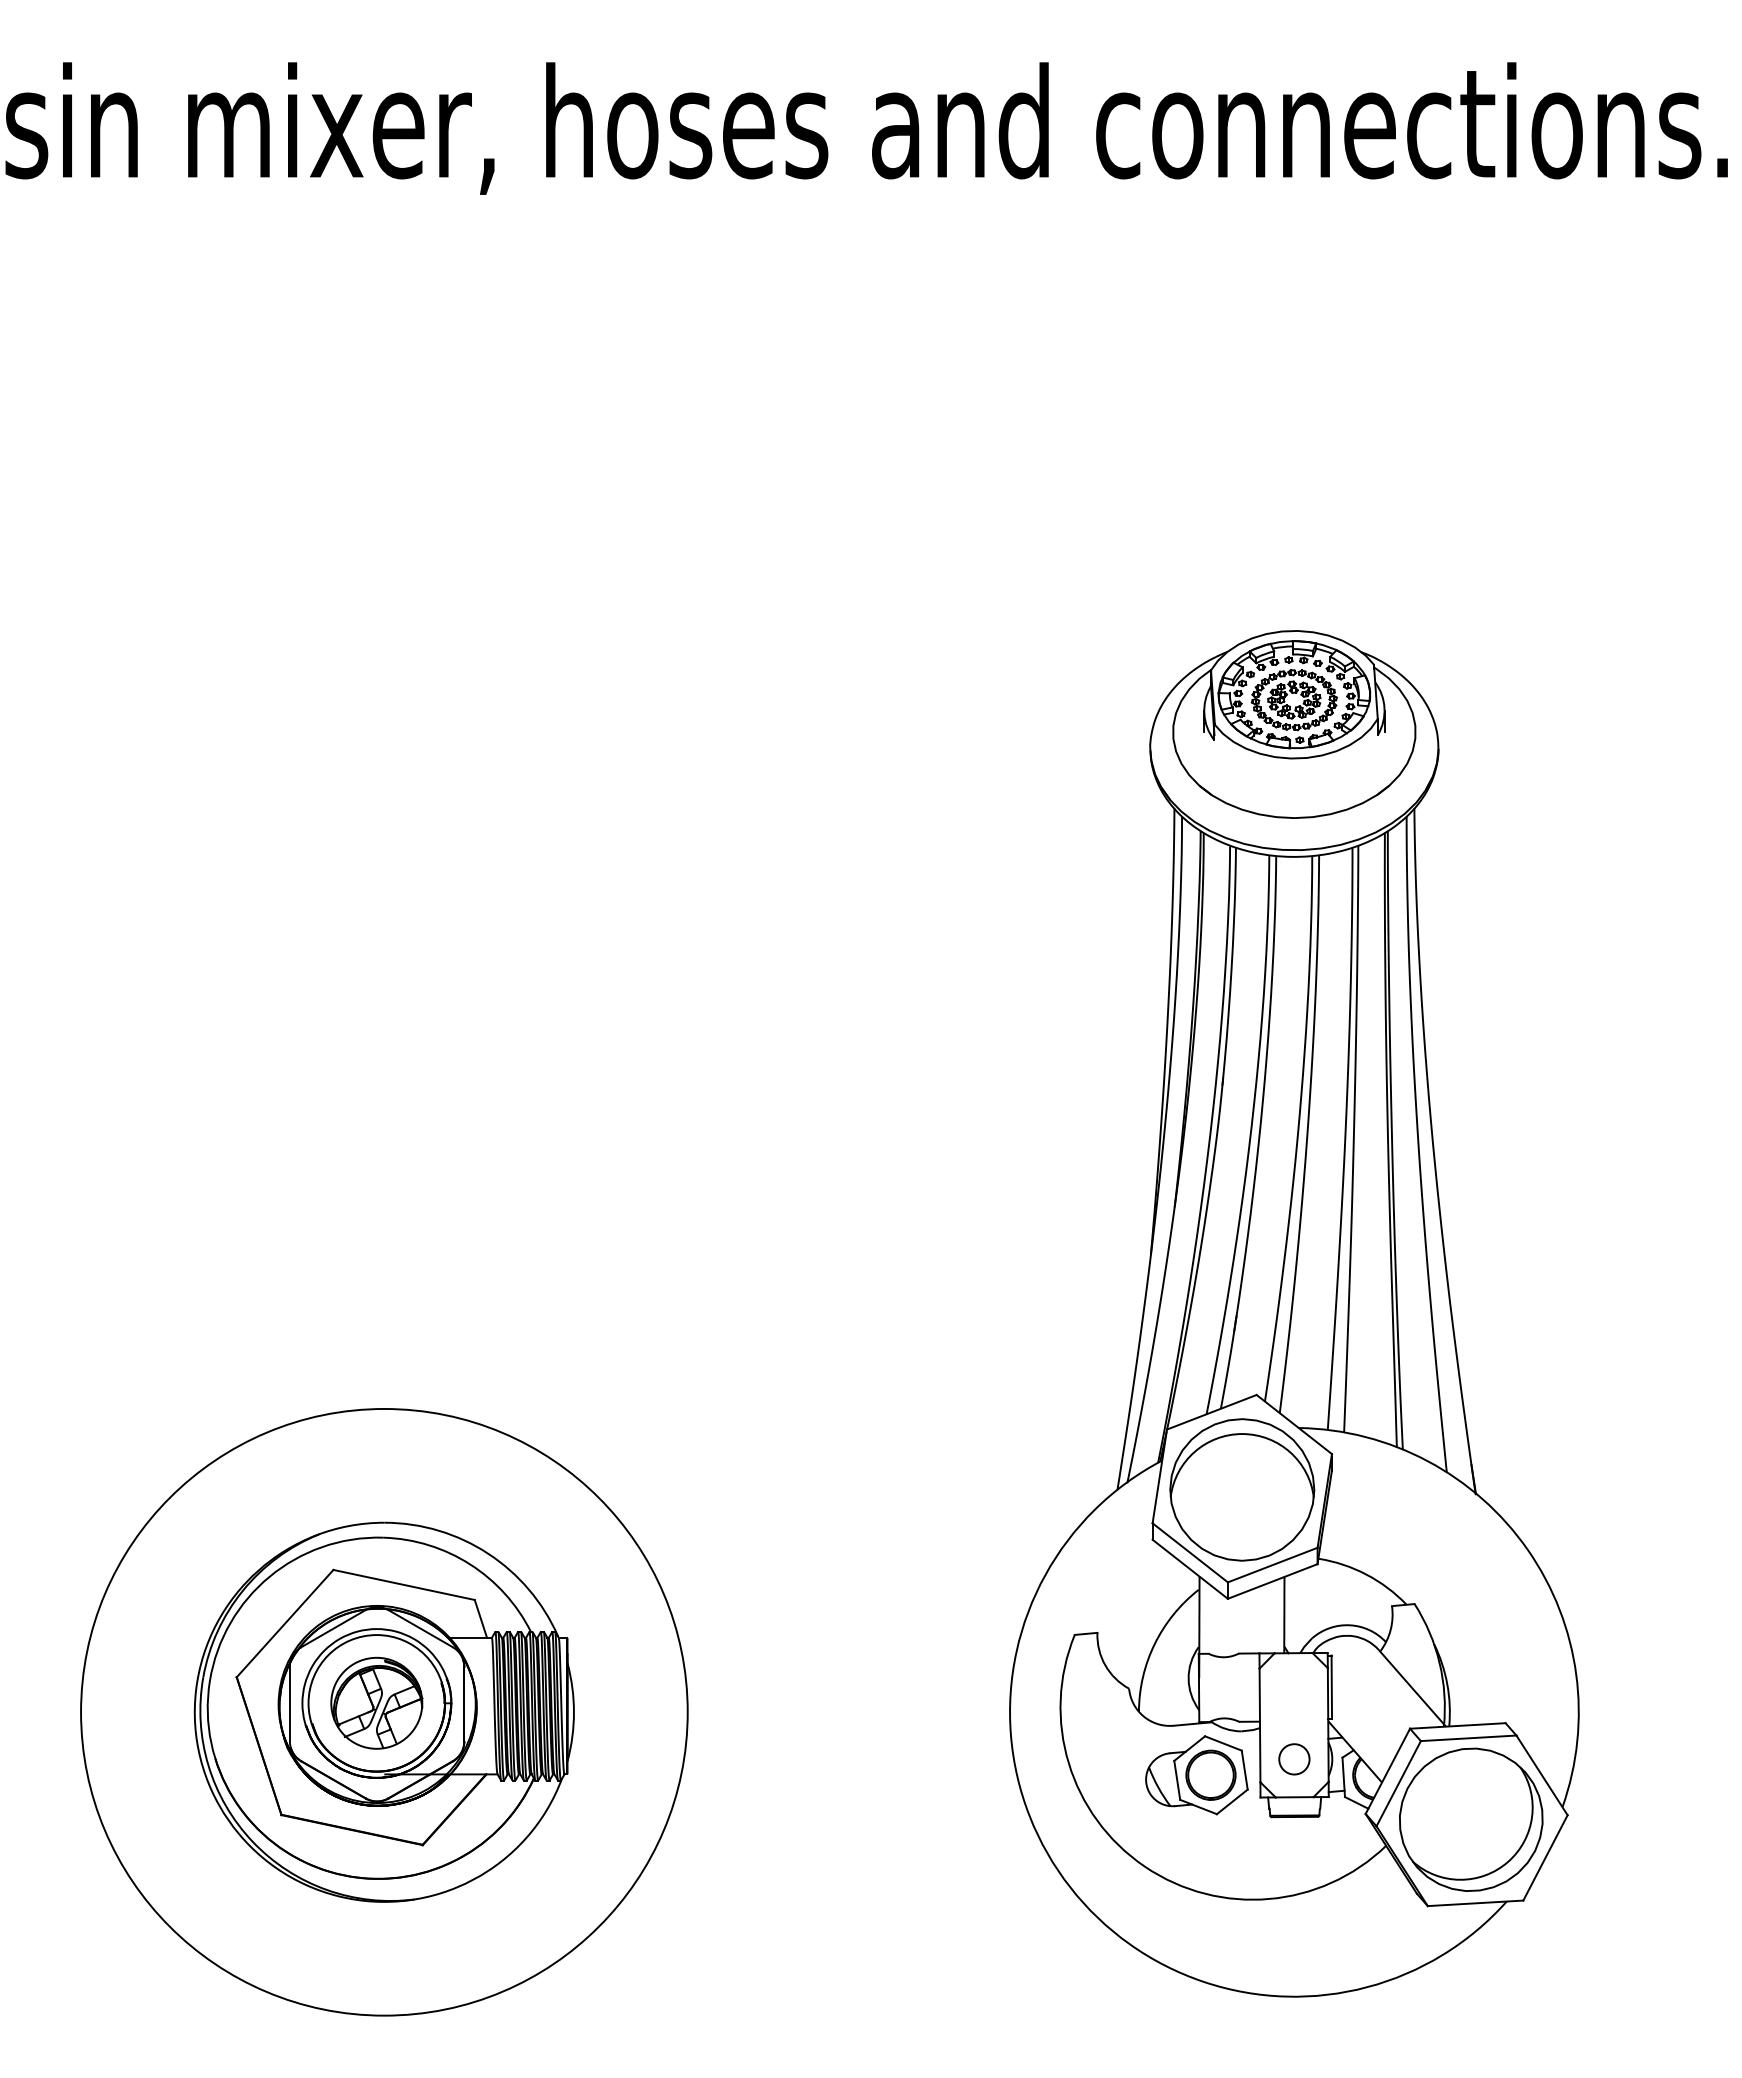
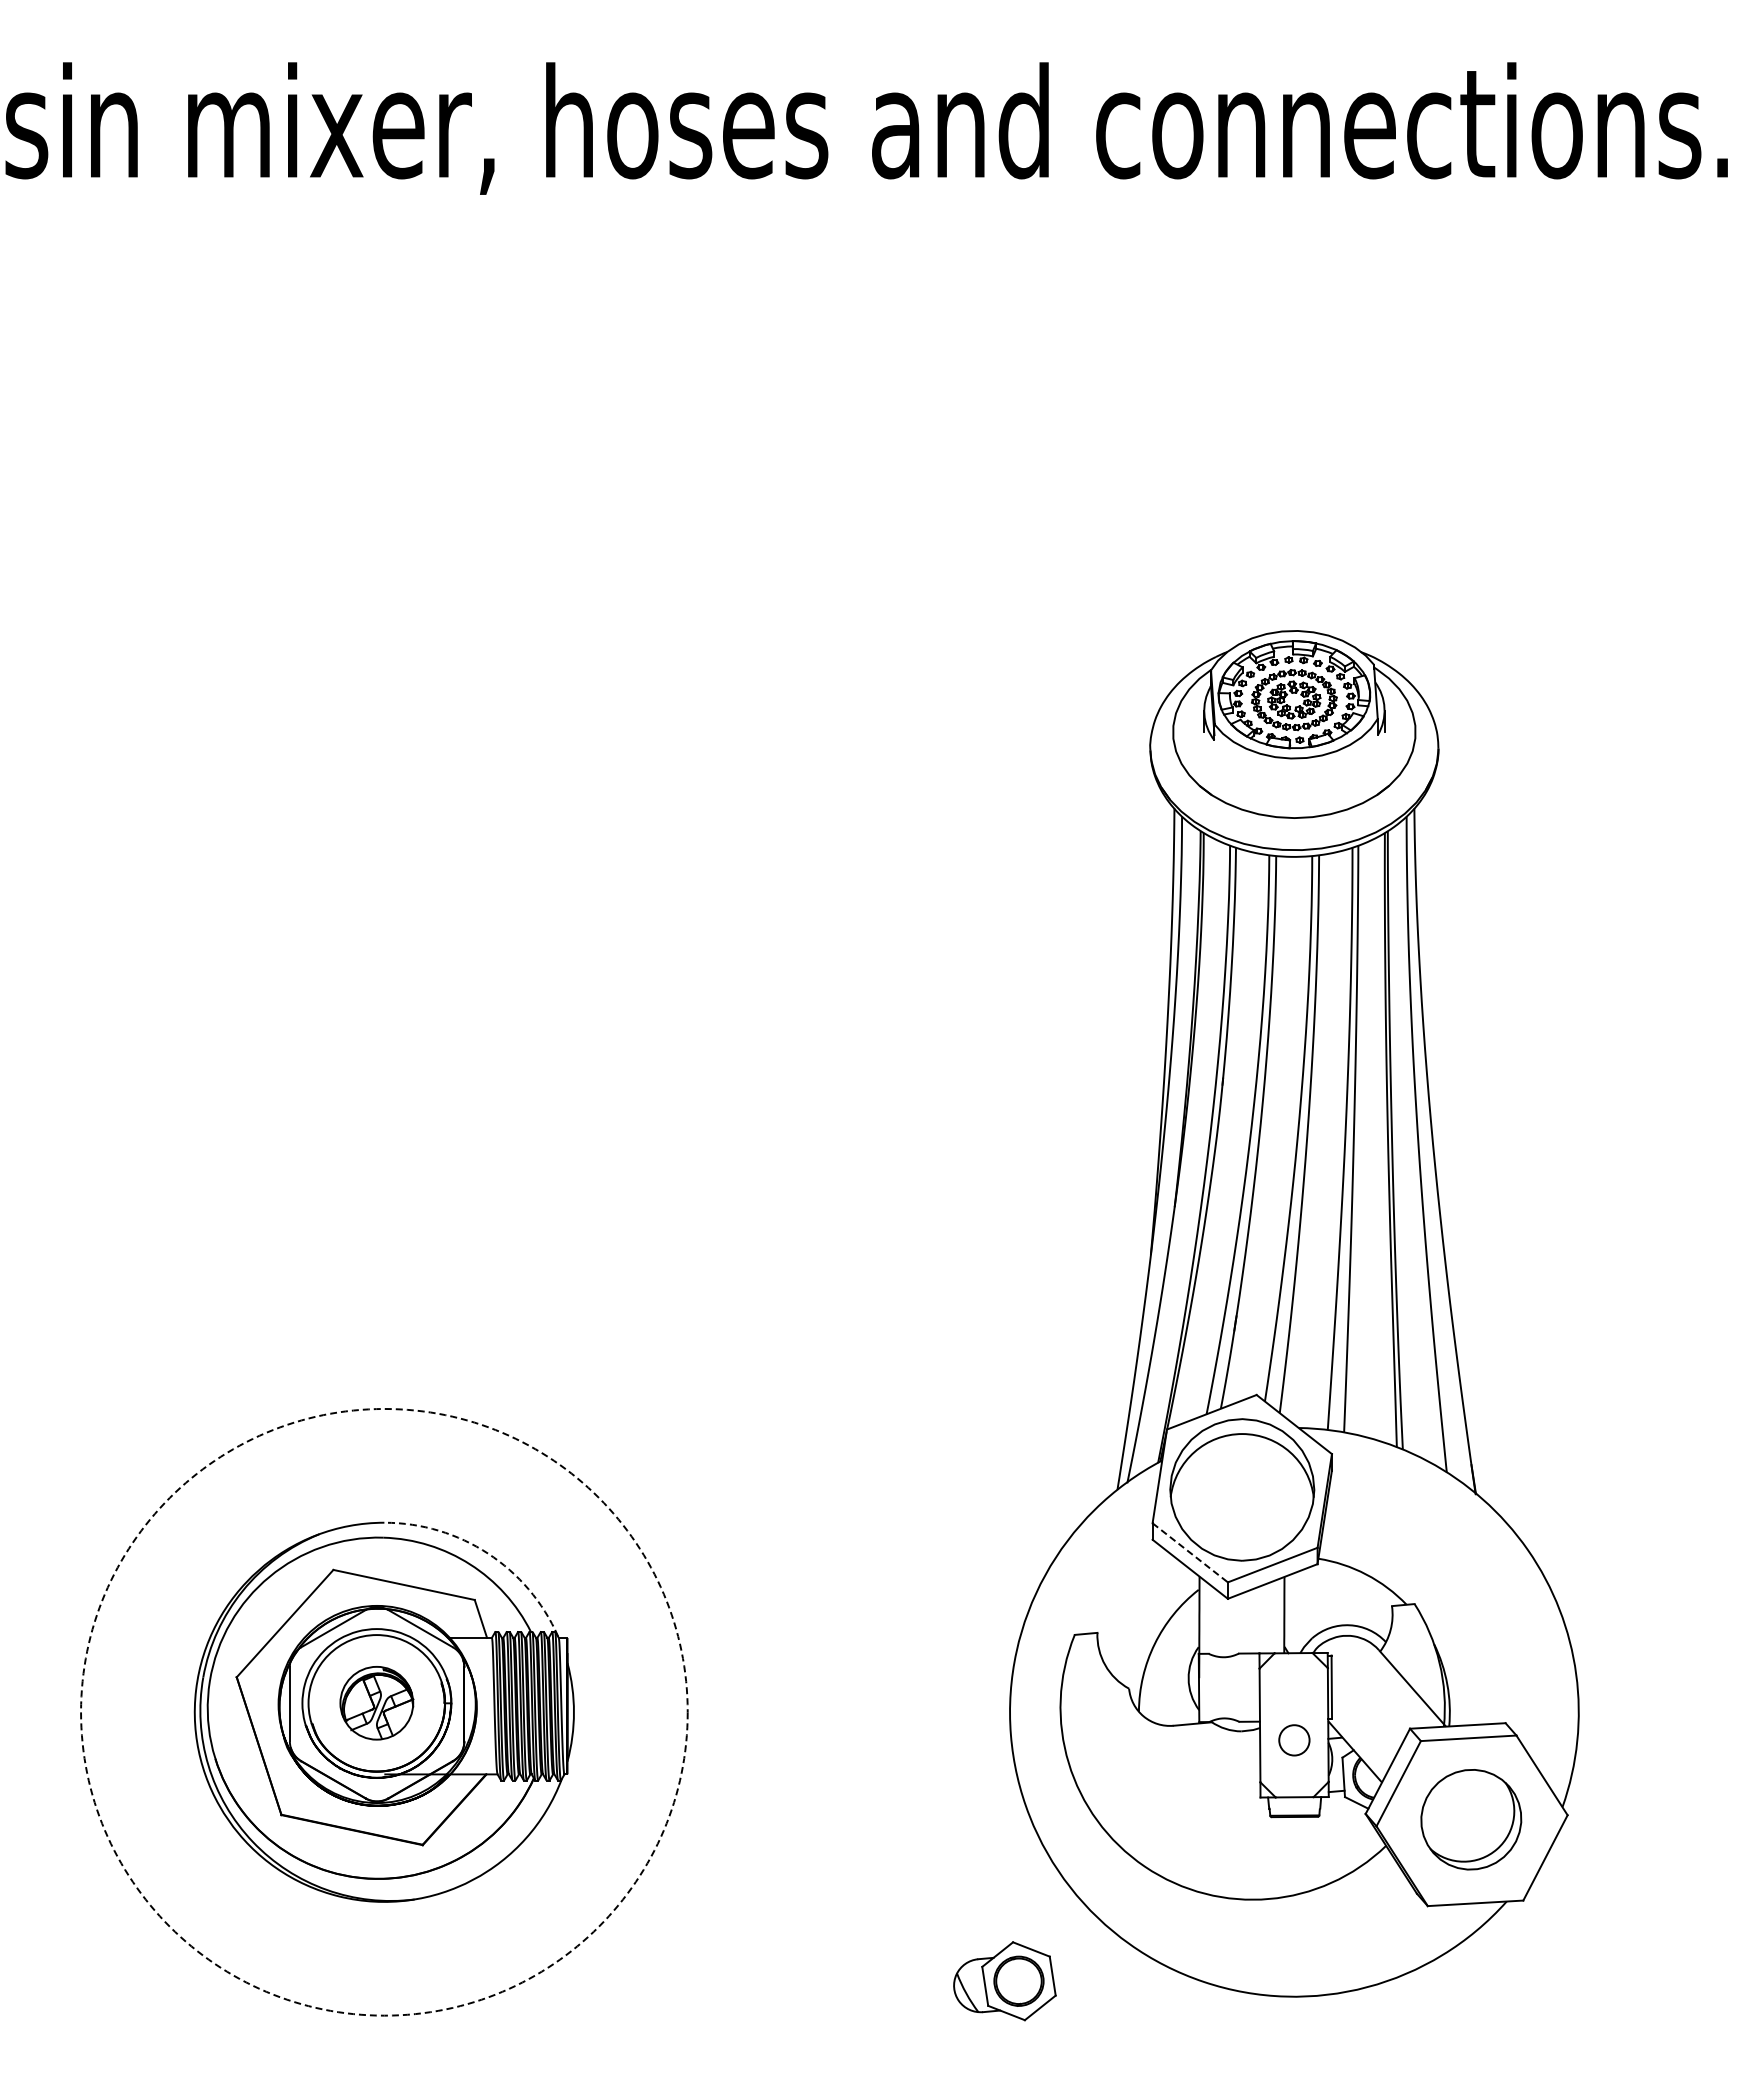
line at (1190, 1552): solid -> dashed
arc at (488, 1553): solid -> dashed
part at (376, 1702) size: 94x94 px -> 76x75 px
circle at (384, 1711): solid -> dashed
circle at (1294, 1759) position: (1294, 1759) -> (1294, 1740)
part at (1196, 1775) position: (1196, 1775) -> (1004, 1981)
part at (1471, 1819) size: 145x145 px -> 103x102 px
